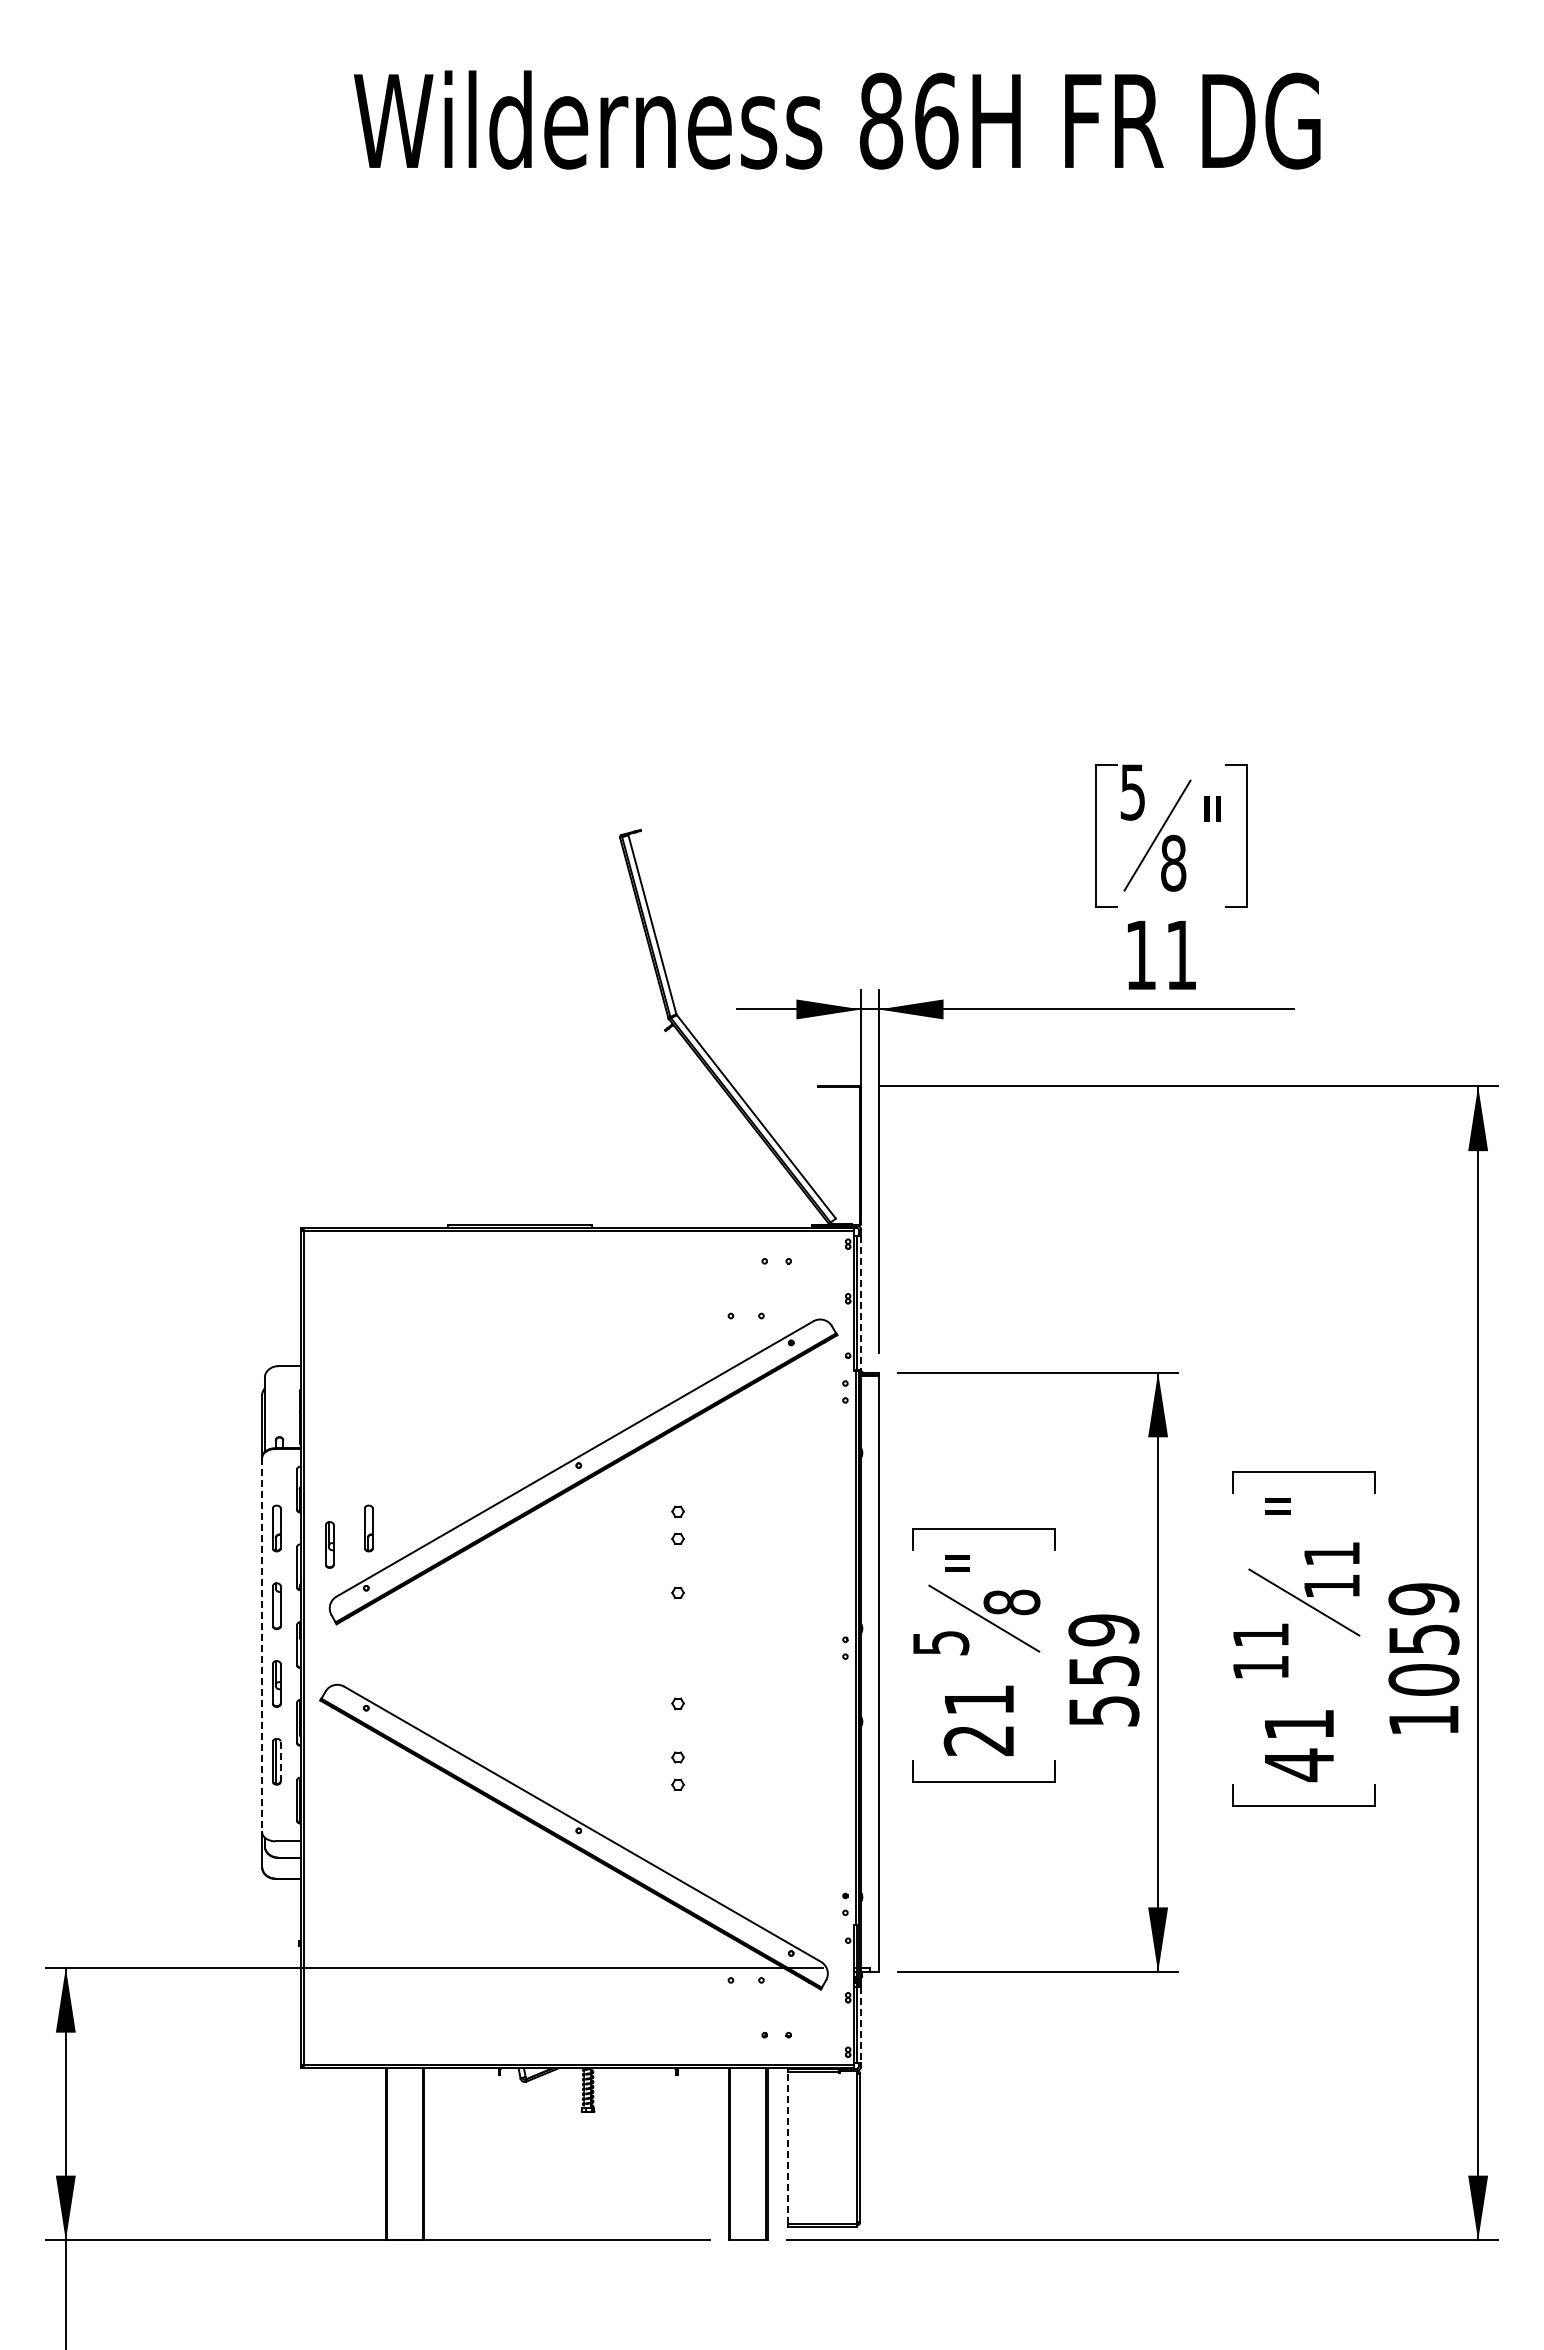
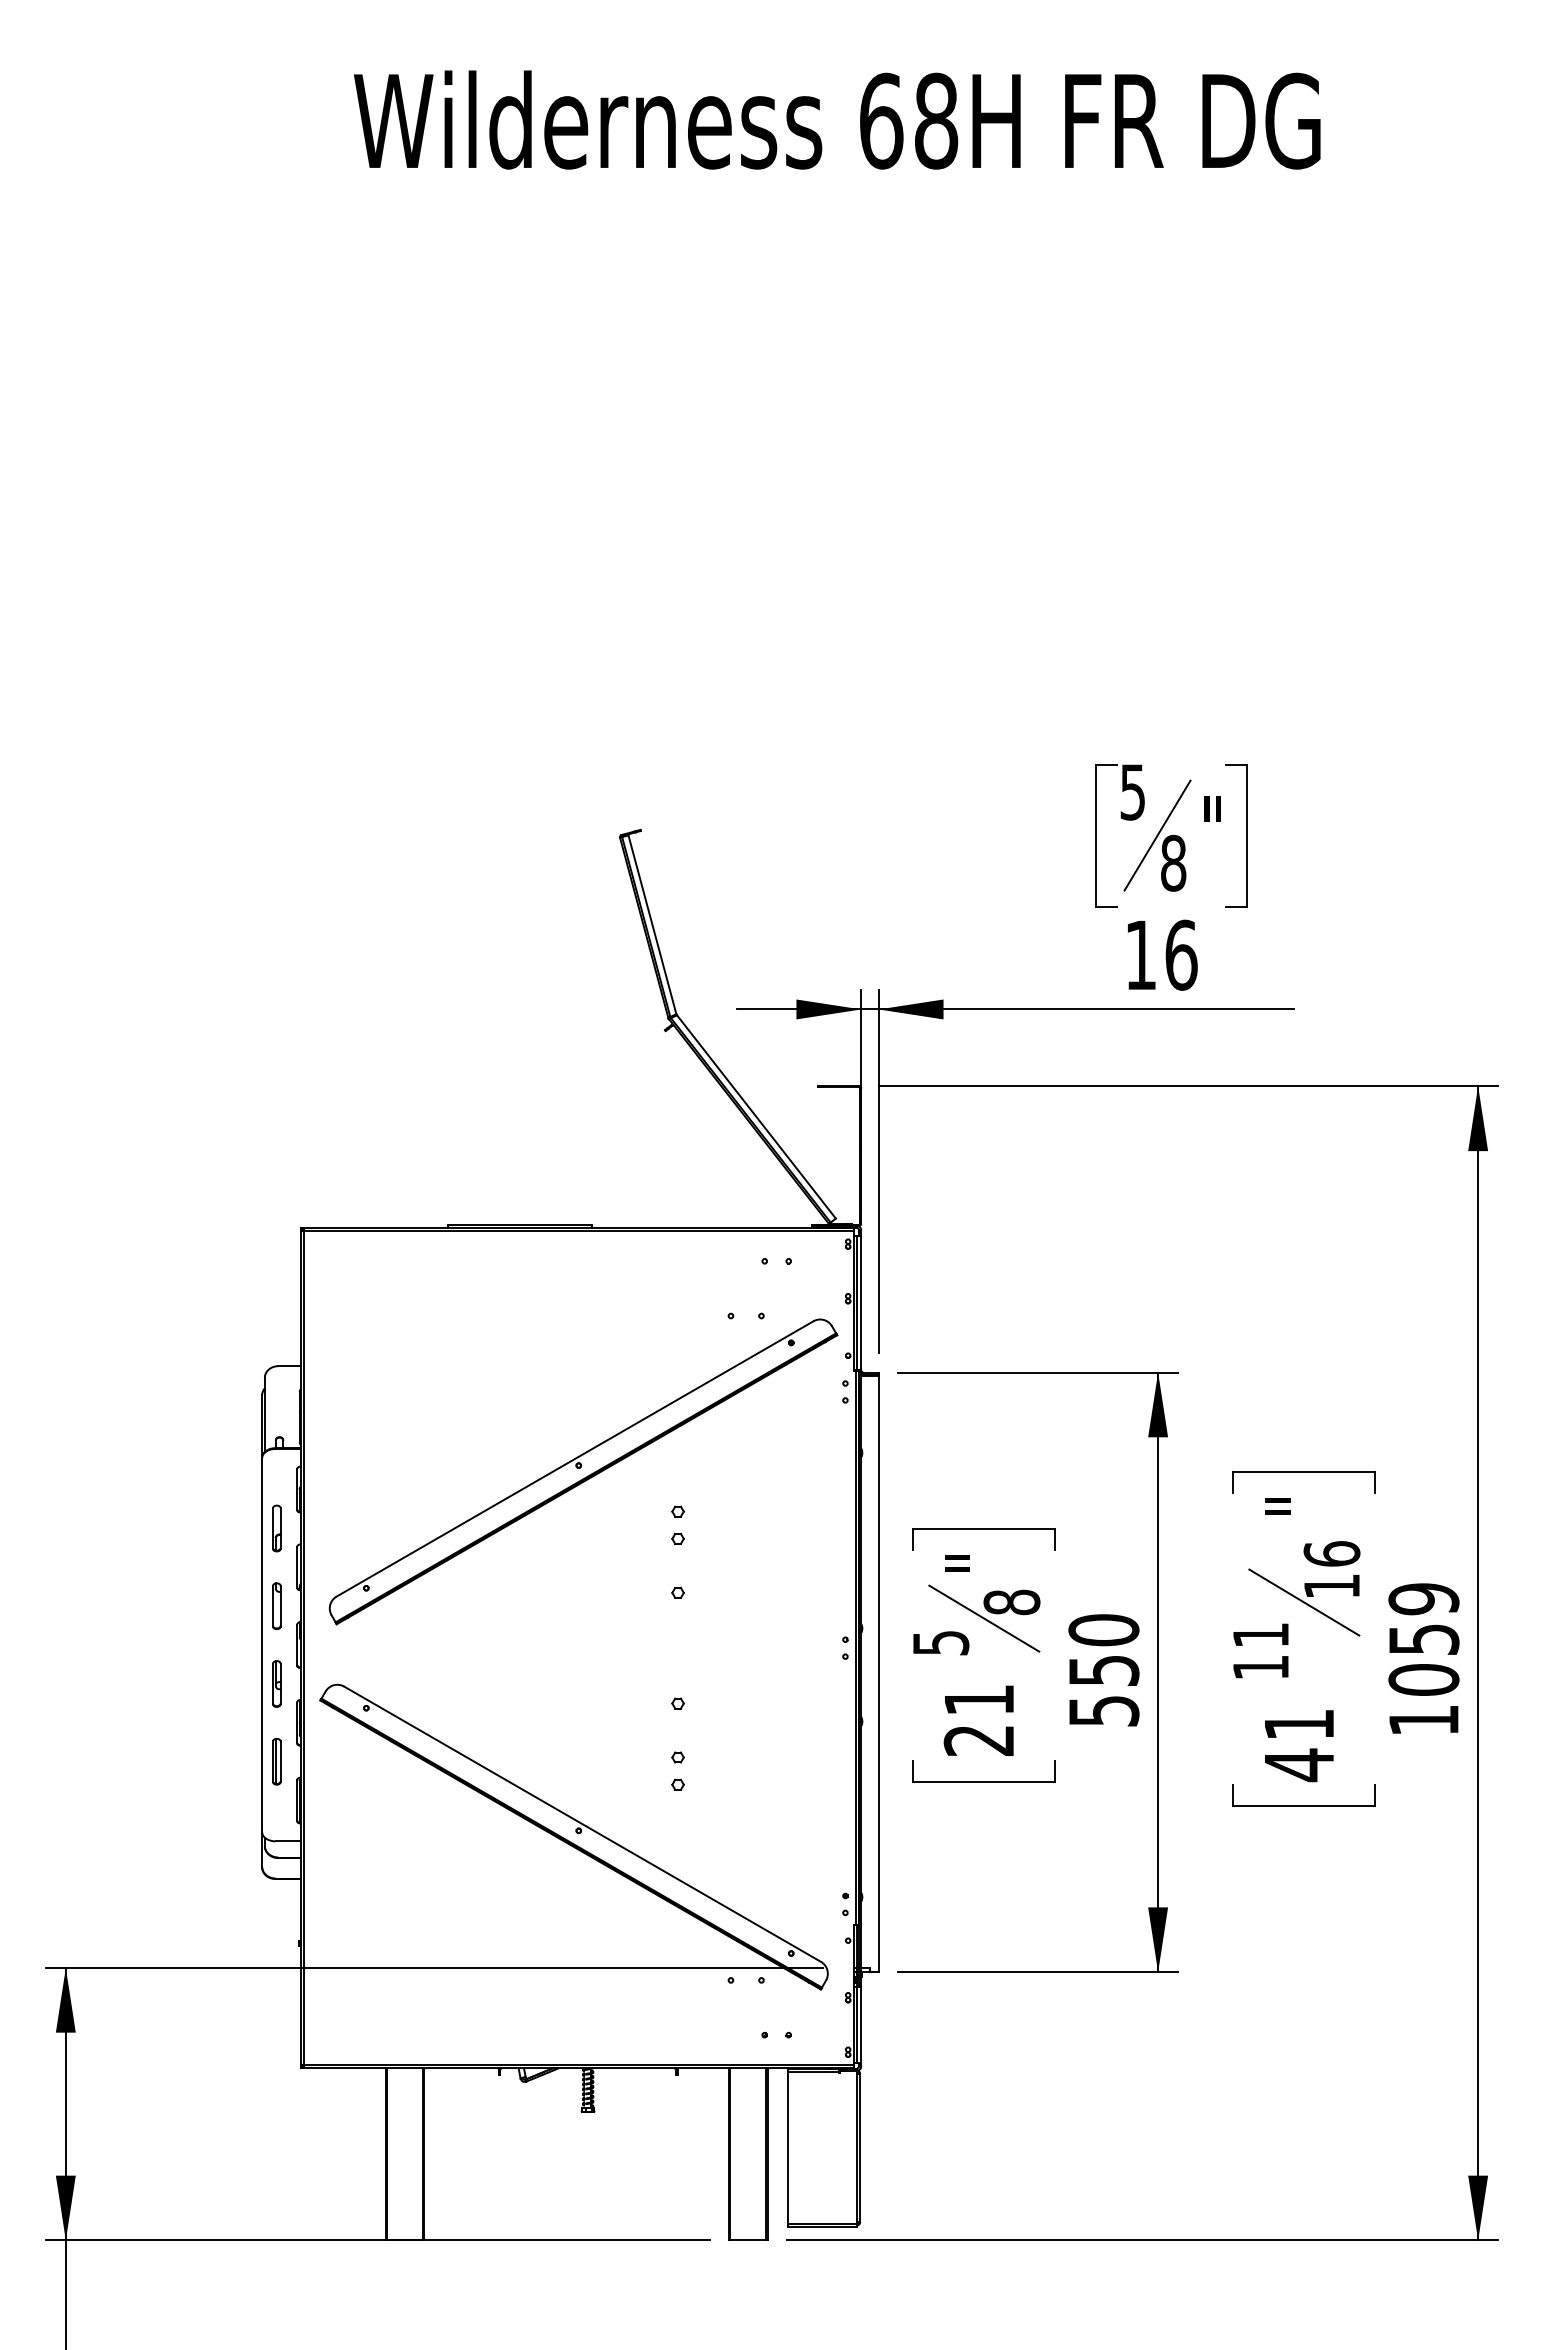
text at (908, 120): 86H -> 68H
text at (1181, 954): 11 -> 16
line at (861, 1303): dashed -> solid
part at (368, 1528): present -> none
part at (329, 1544): present -> none
text at (1331, 1553): 11 -> 16
text at (1103, 1630): 559 -> 550
line at (262, 1645): dashed -> solid
line at (280, 1761): dashed -> solid
line at (861, 2025): dashed -> solid
line at (788, 2147): dashed -> solid
